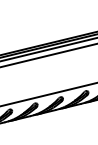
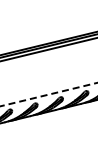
line at (48, 55): present -> none
line at (49, 94): solid -> dashed
